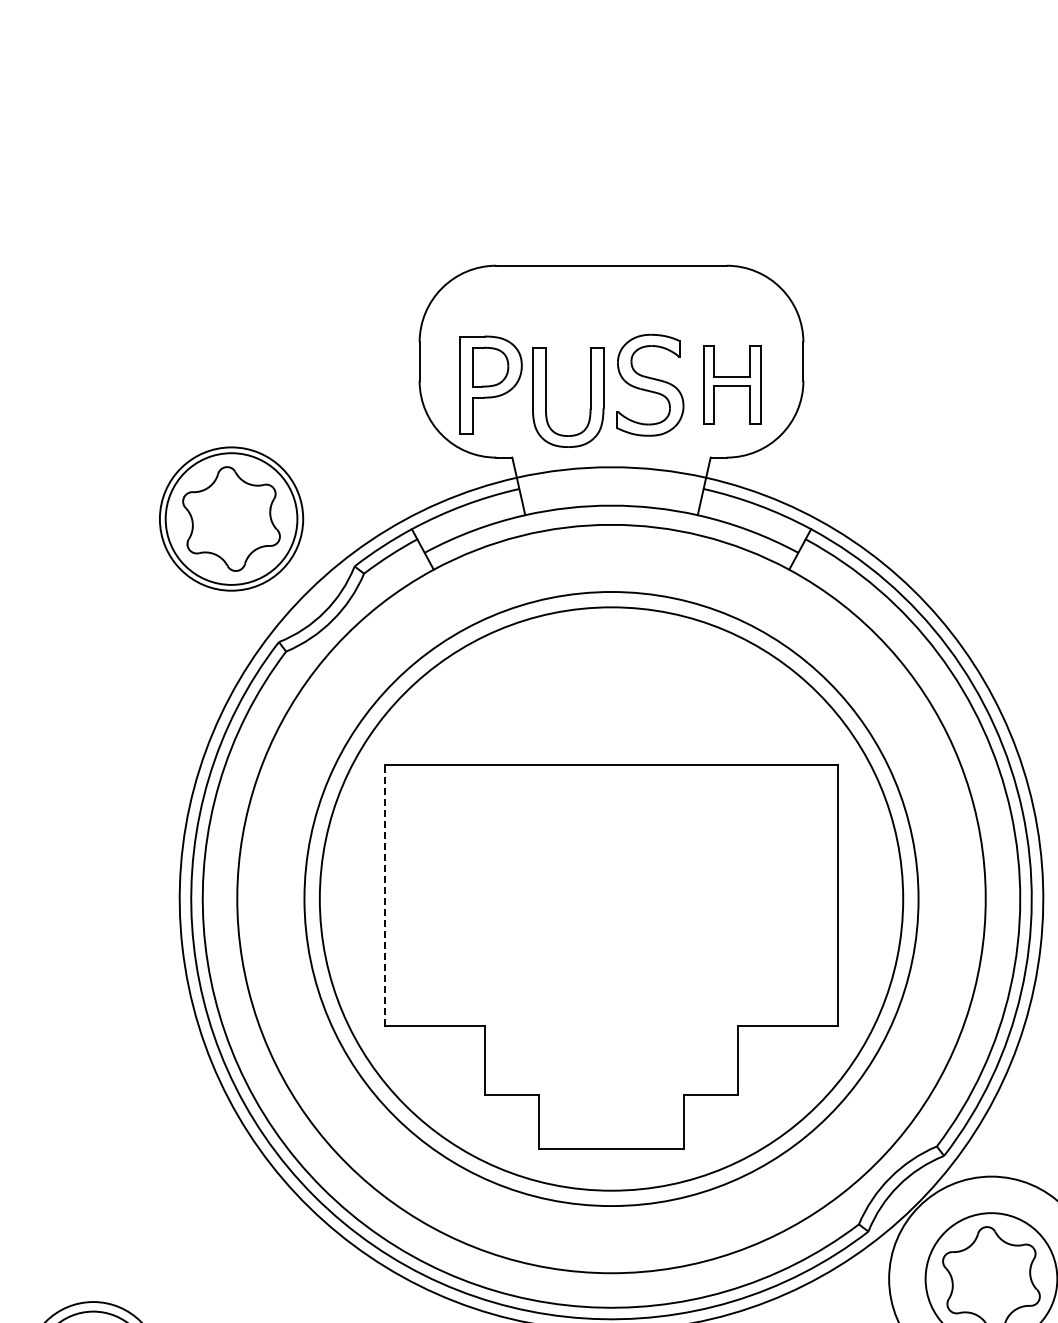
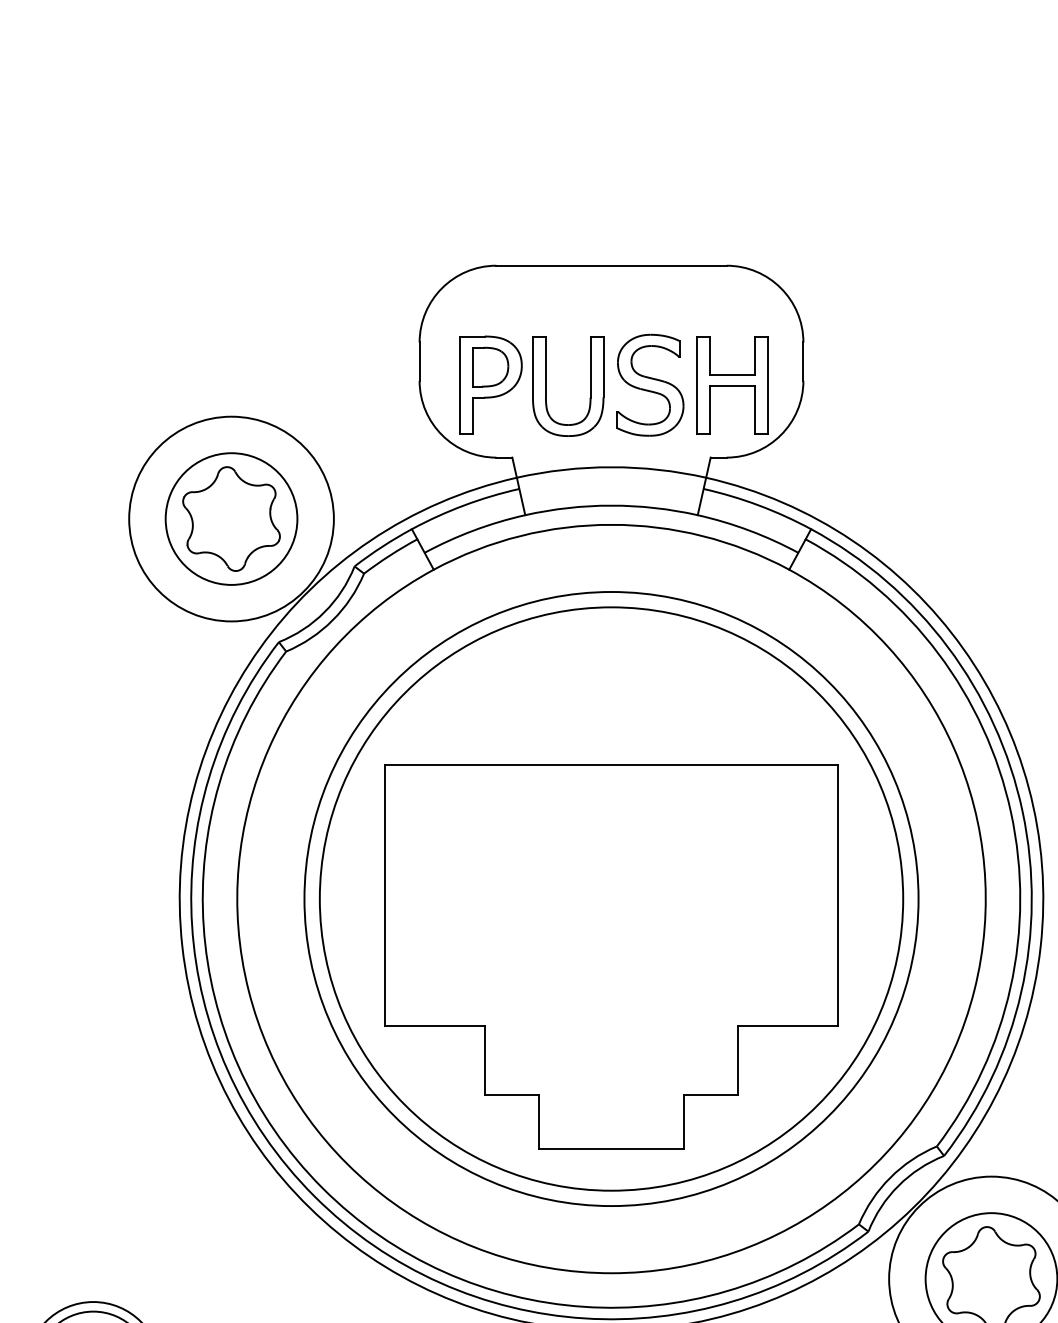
part at (732, 384) size: 59x80 px -> 73x99 px
part at (546, 397) position: (546, 397) -> (546, 386)
circle at (231, 518) diameter: 143 px -> 205 px
line at (385, 894): dashed -> solid
